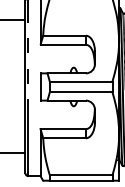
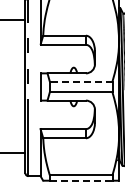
line at (80, 81): solid -> dashed
line at (81, 180): solid -> dashed
